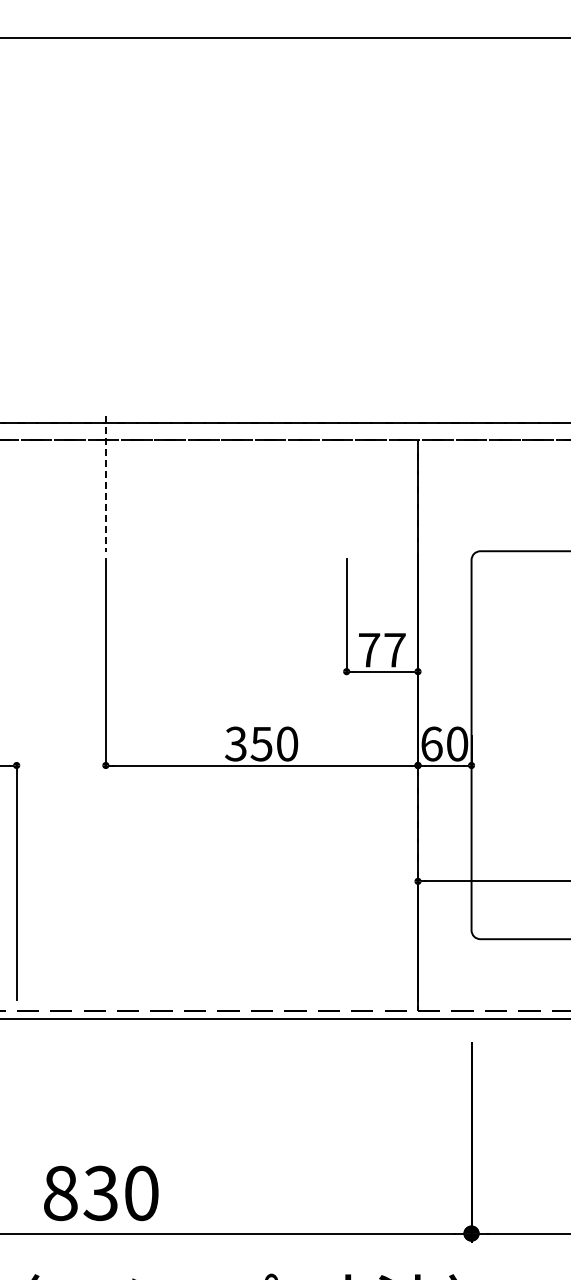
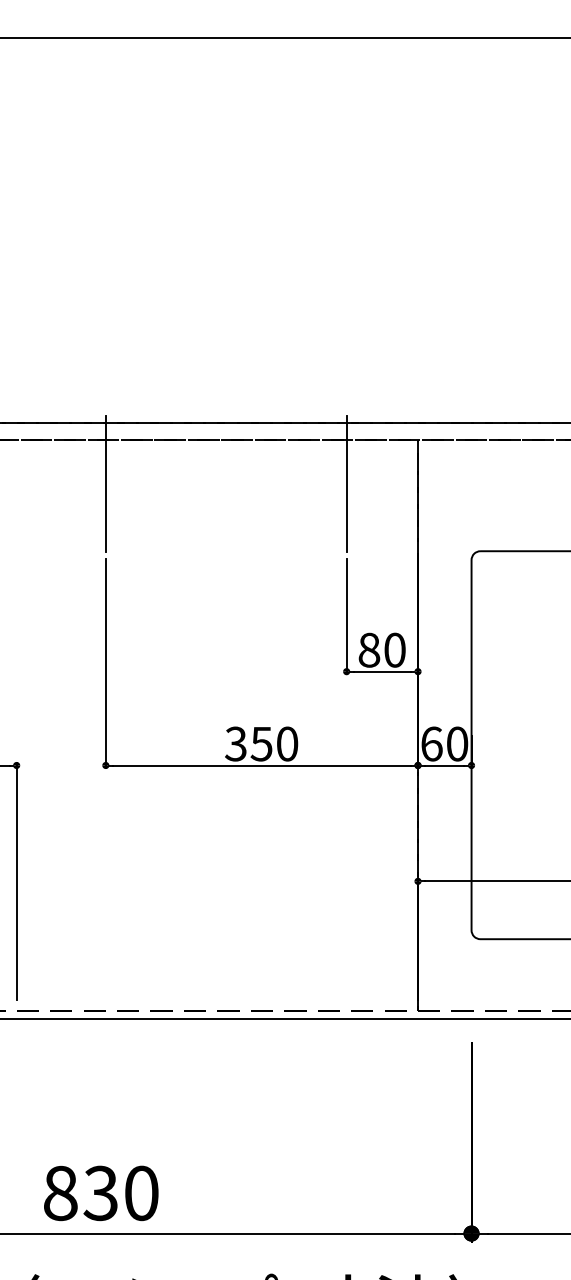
line at (105, 484): dashed -> solid
line at (346, 484): none -> present
text at (381, 649): 77 -> 80
